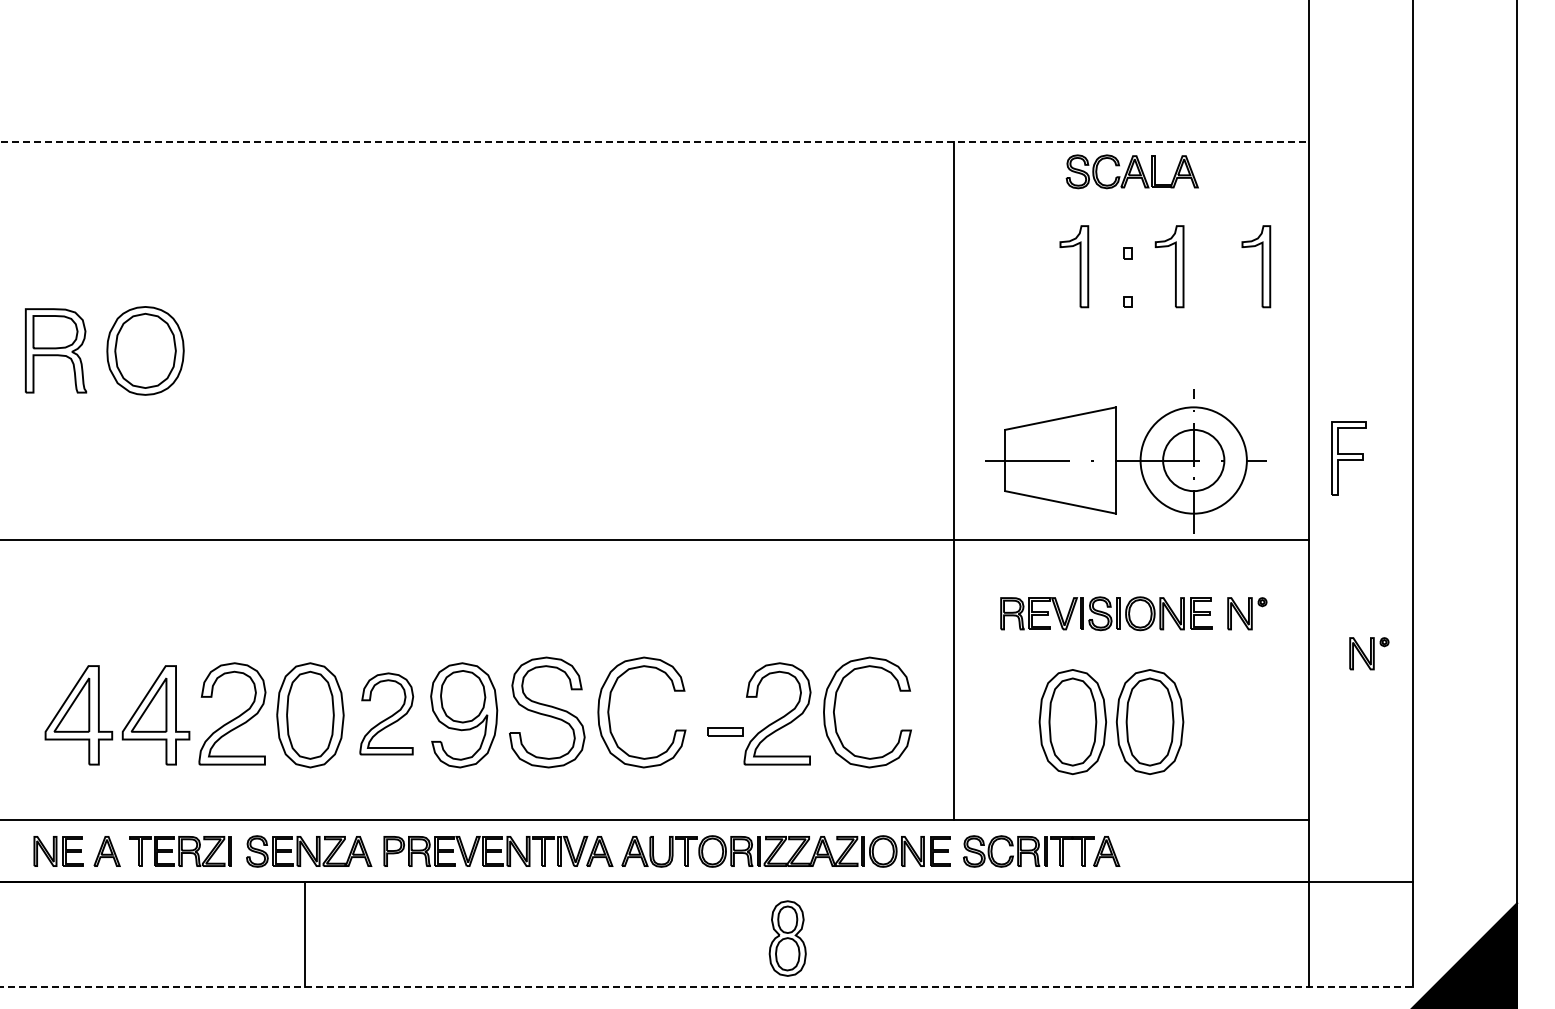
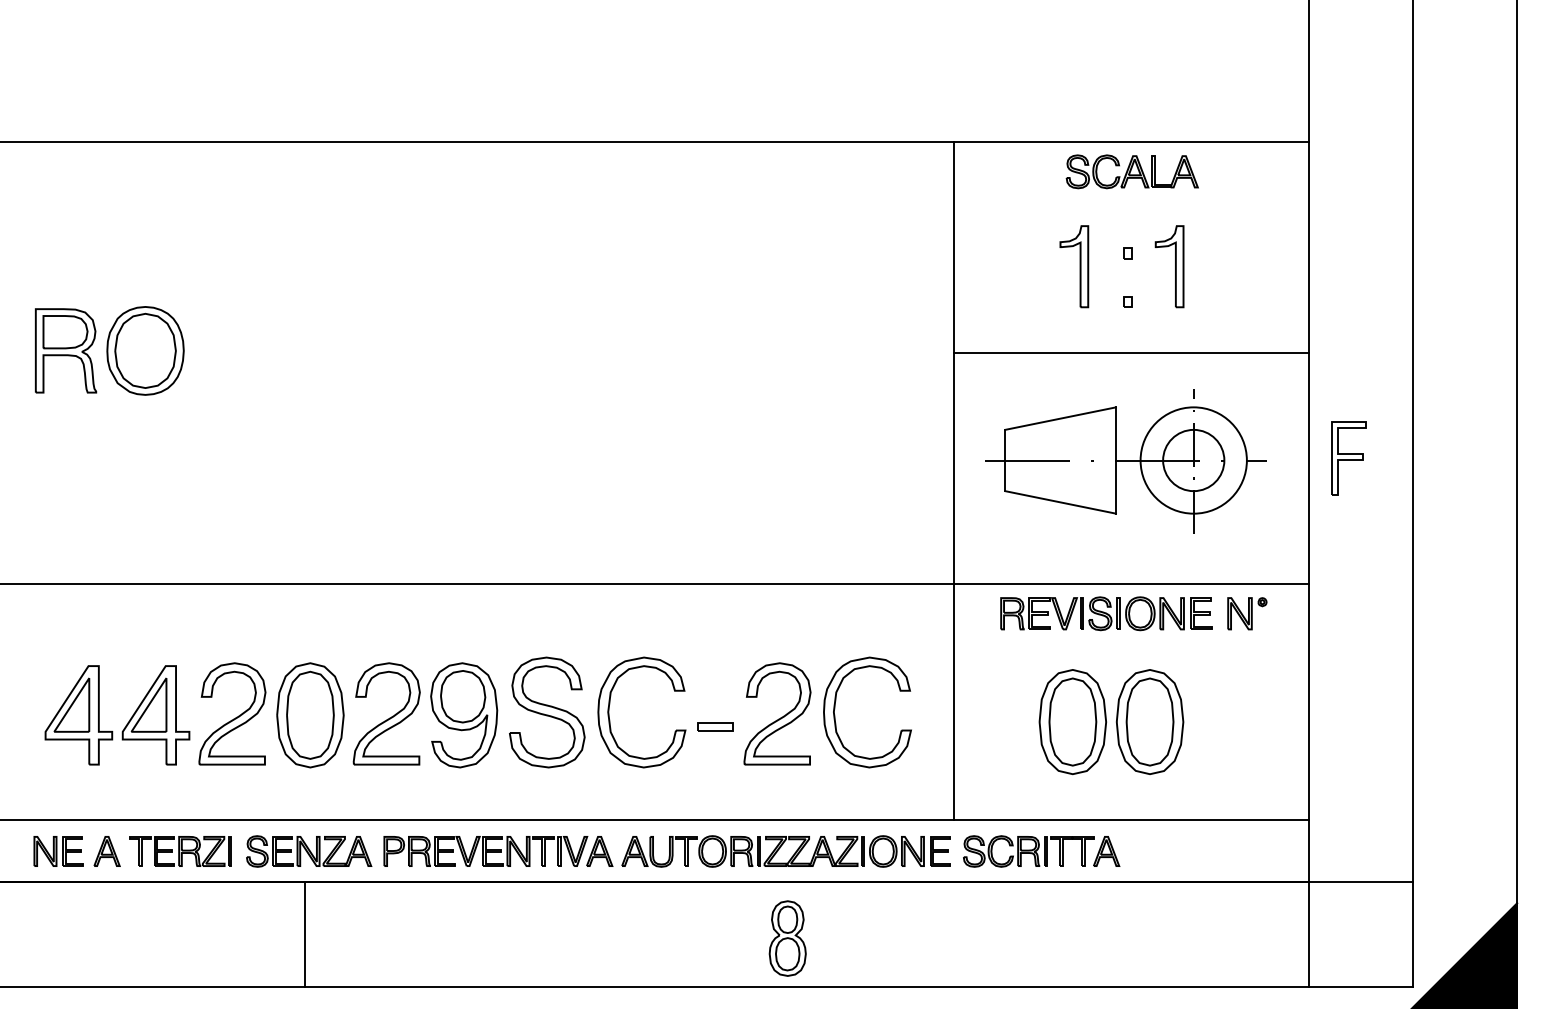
line at (654, 141): dashed -> solid
part at (1256, 266): present -> none
part at (55, 350) position: (55, 350) -> (65, 350)
line at (1130, 352): none -> present
line at (655, 540) position: (655, 540) -> (655, 584)
part at (1369, 653): present -> none
part at (386, 713) size: 56x84 px -> 69x104 px
part at (725, 731) position: (725, 731) -> (715, 726)
line at (707, 986): dashed -> solid
